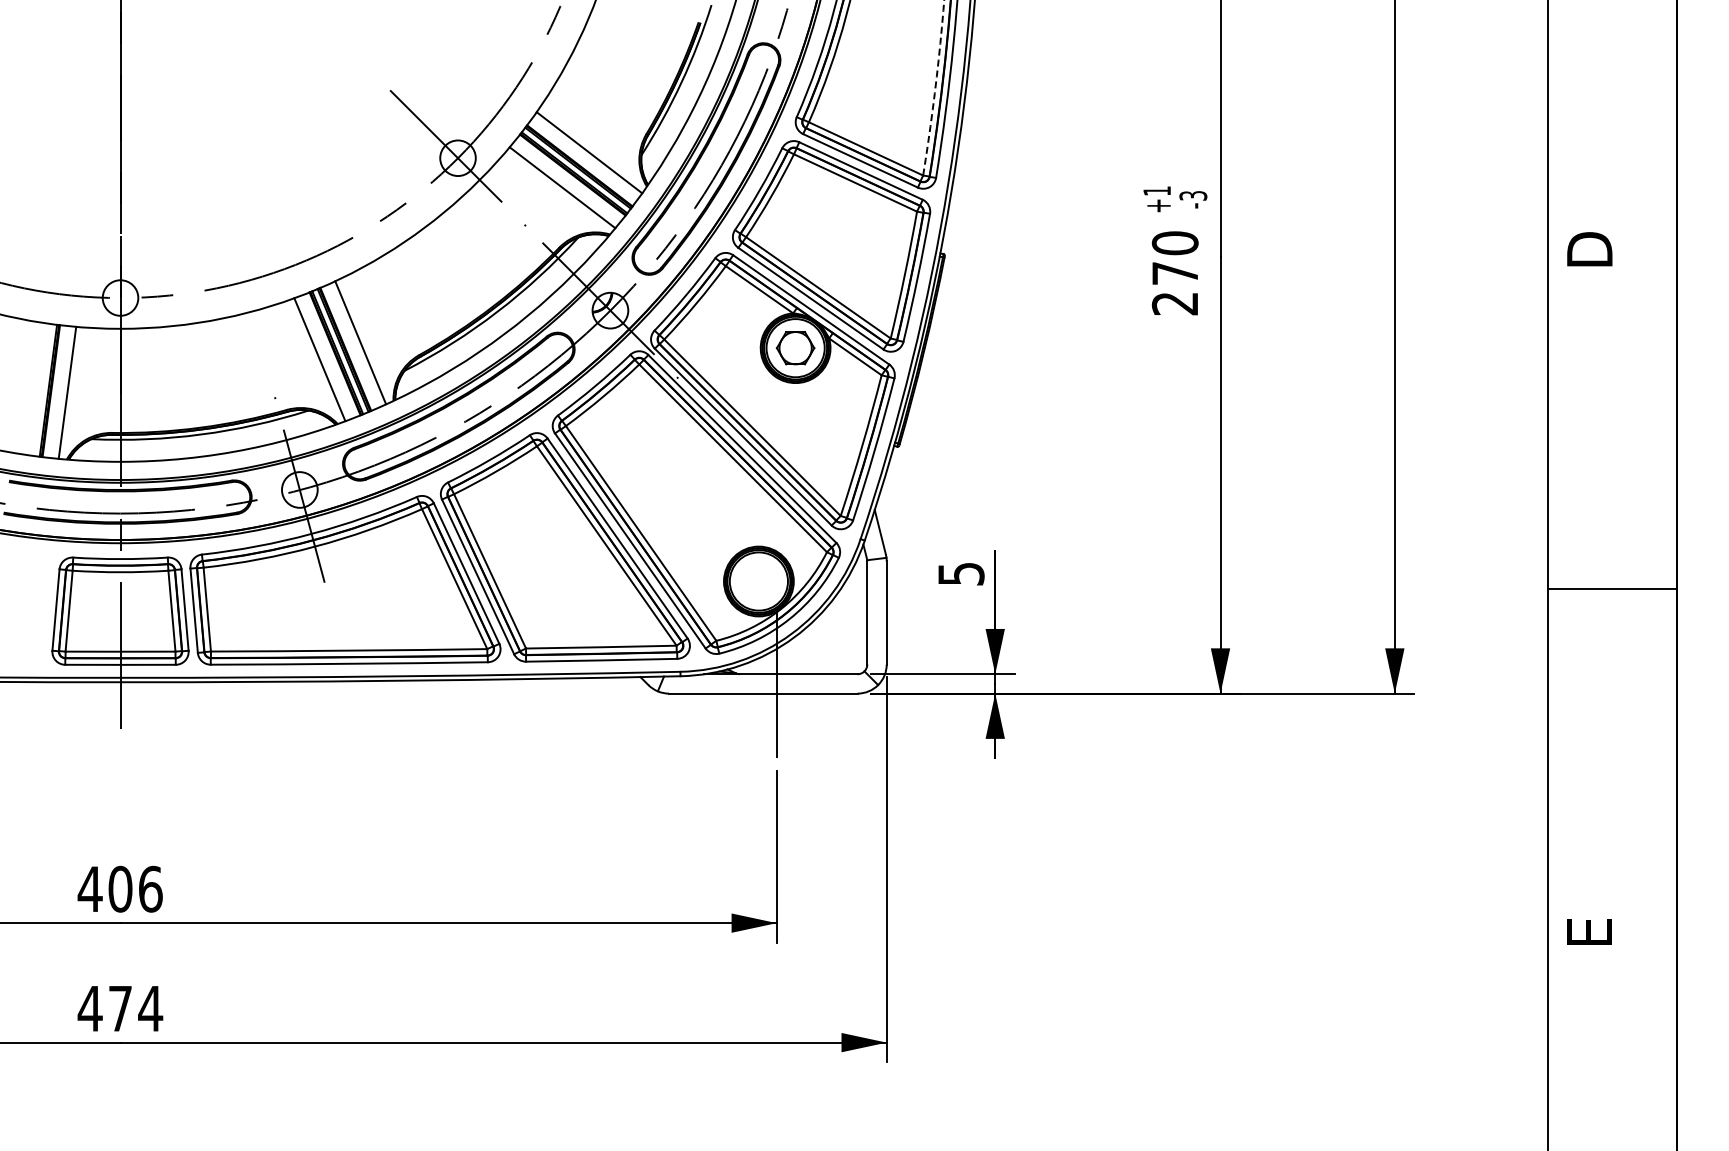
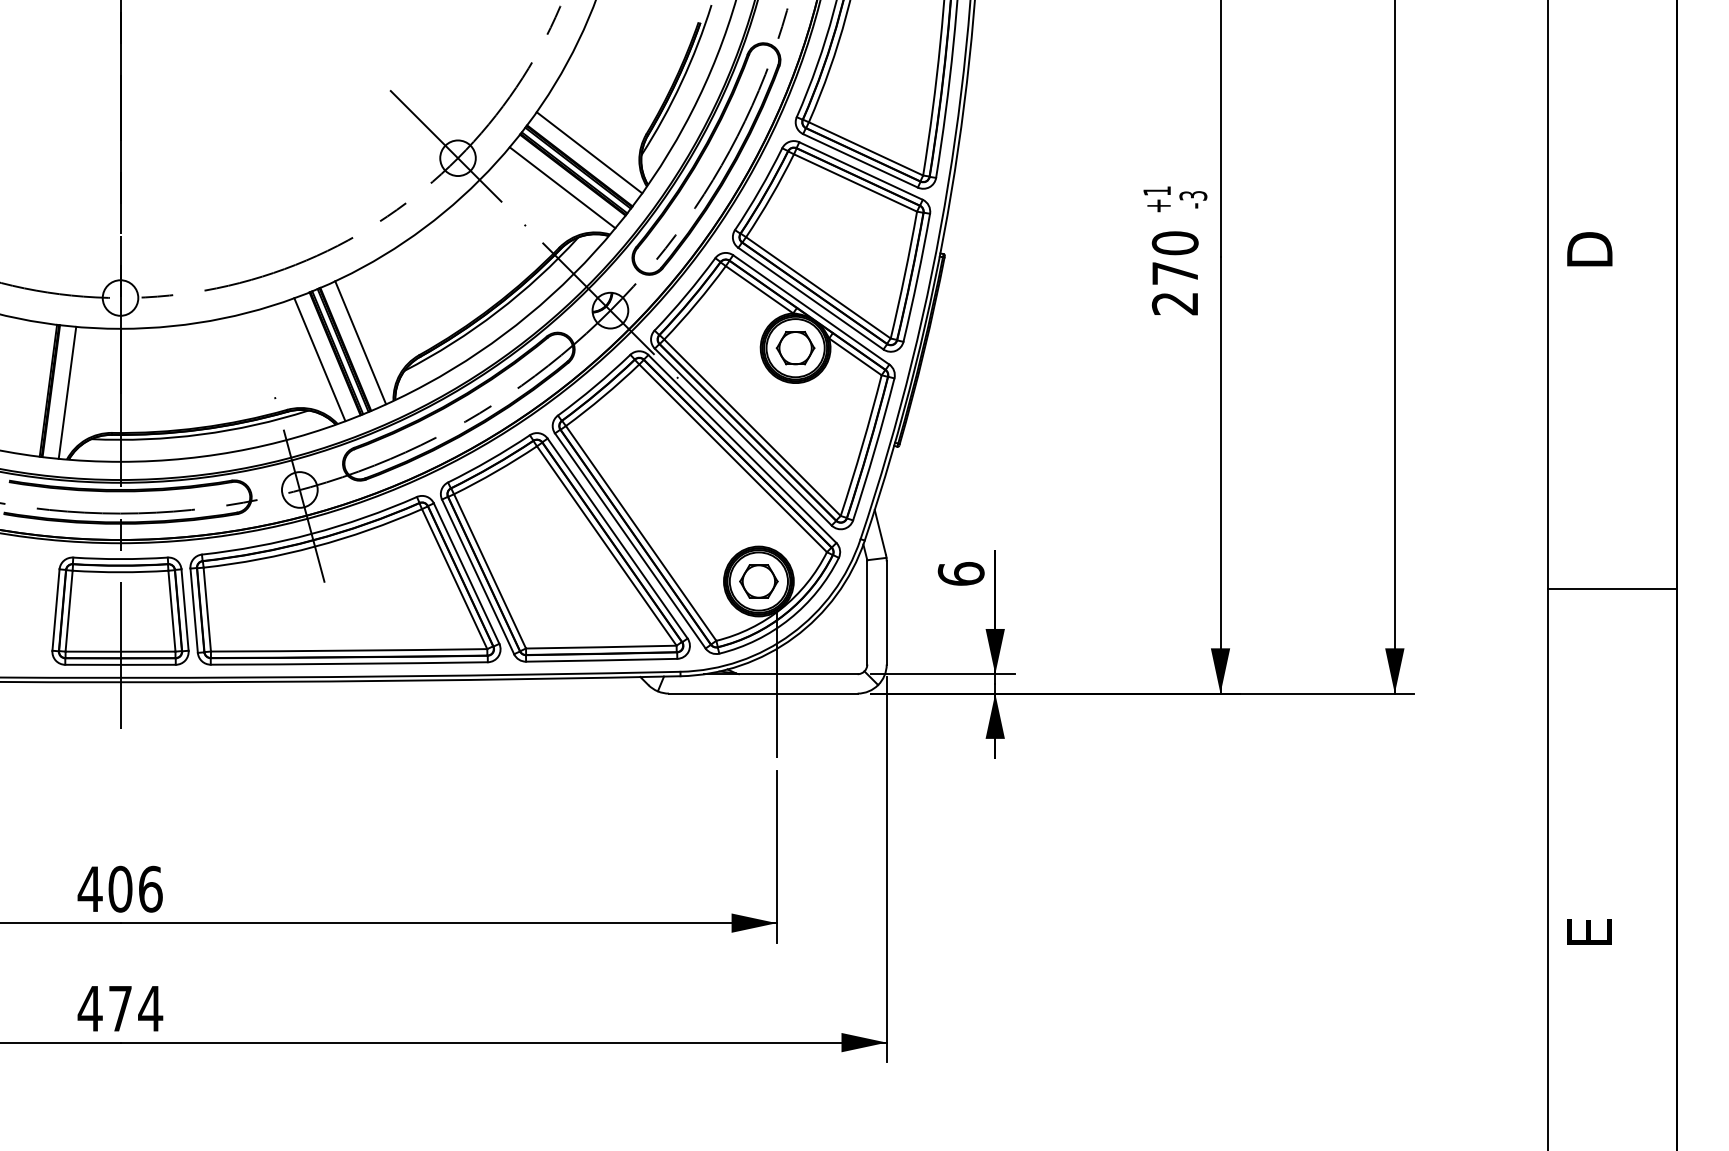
arc at (935, 87): dashed -> solid
text at (960, 573): 5 -> 6
part at (758, 581): none -> present
